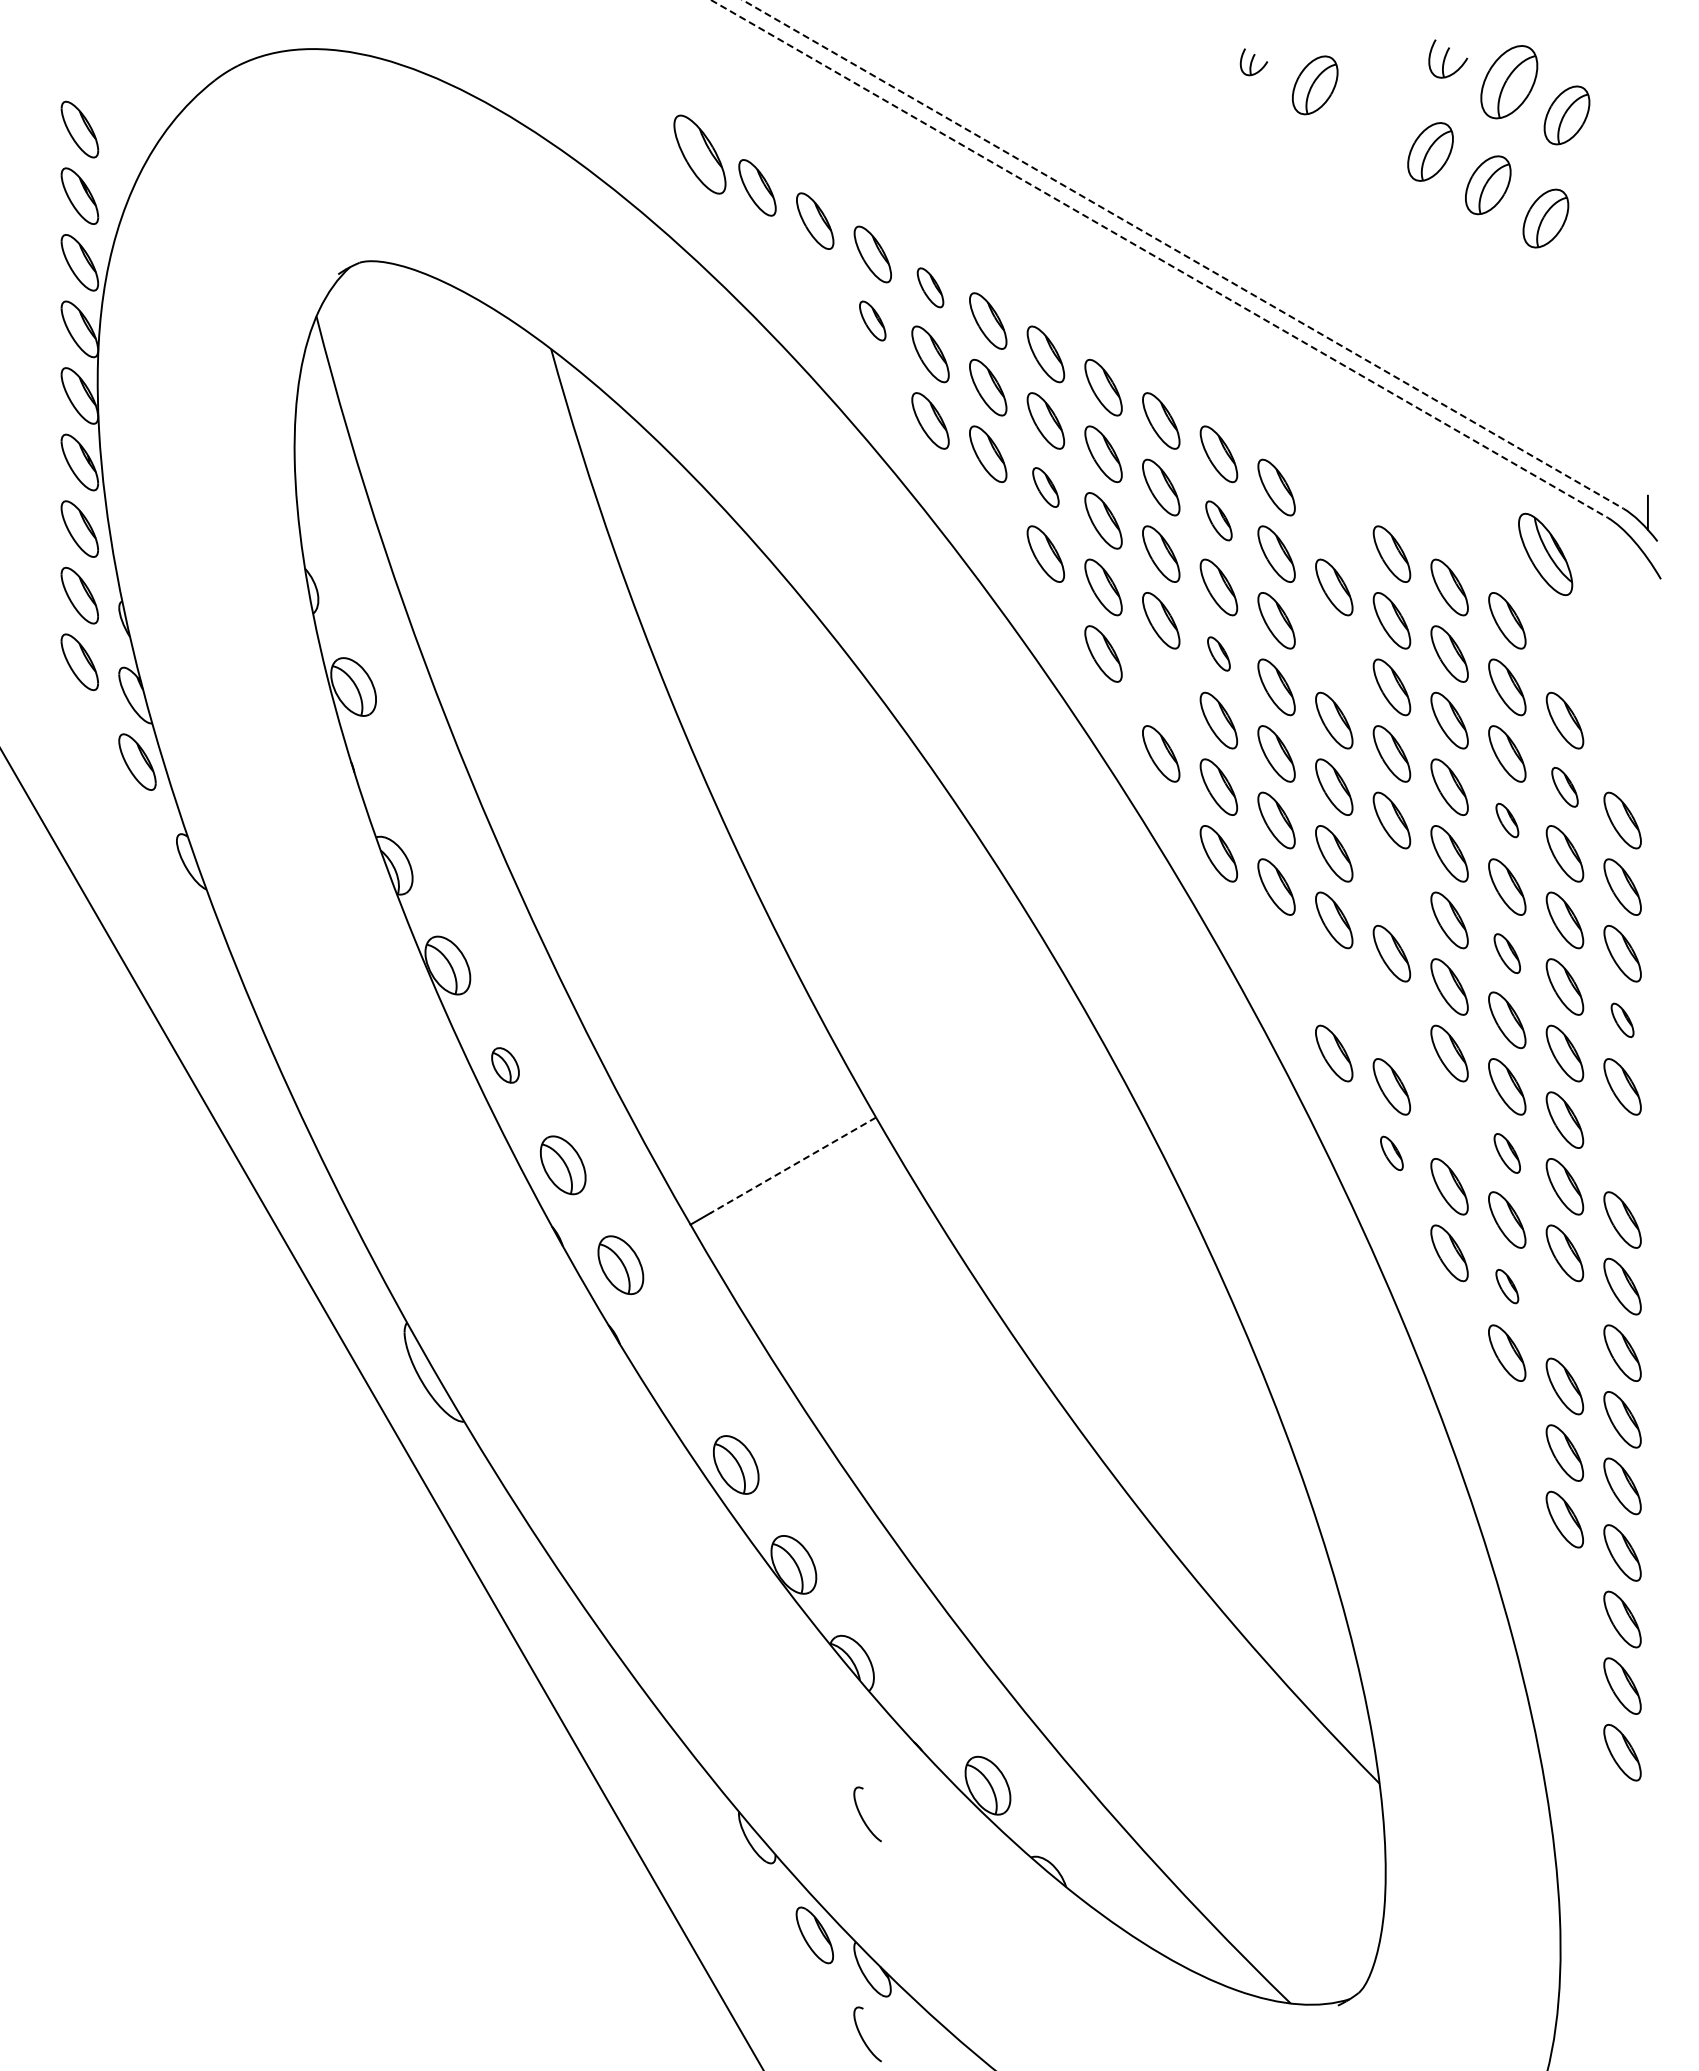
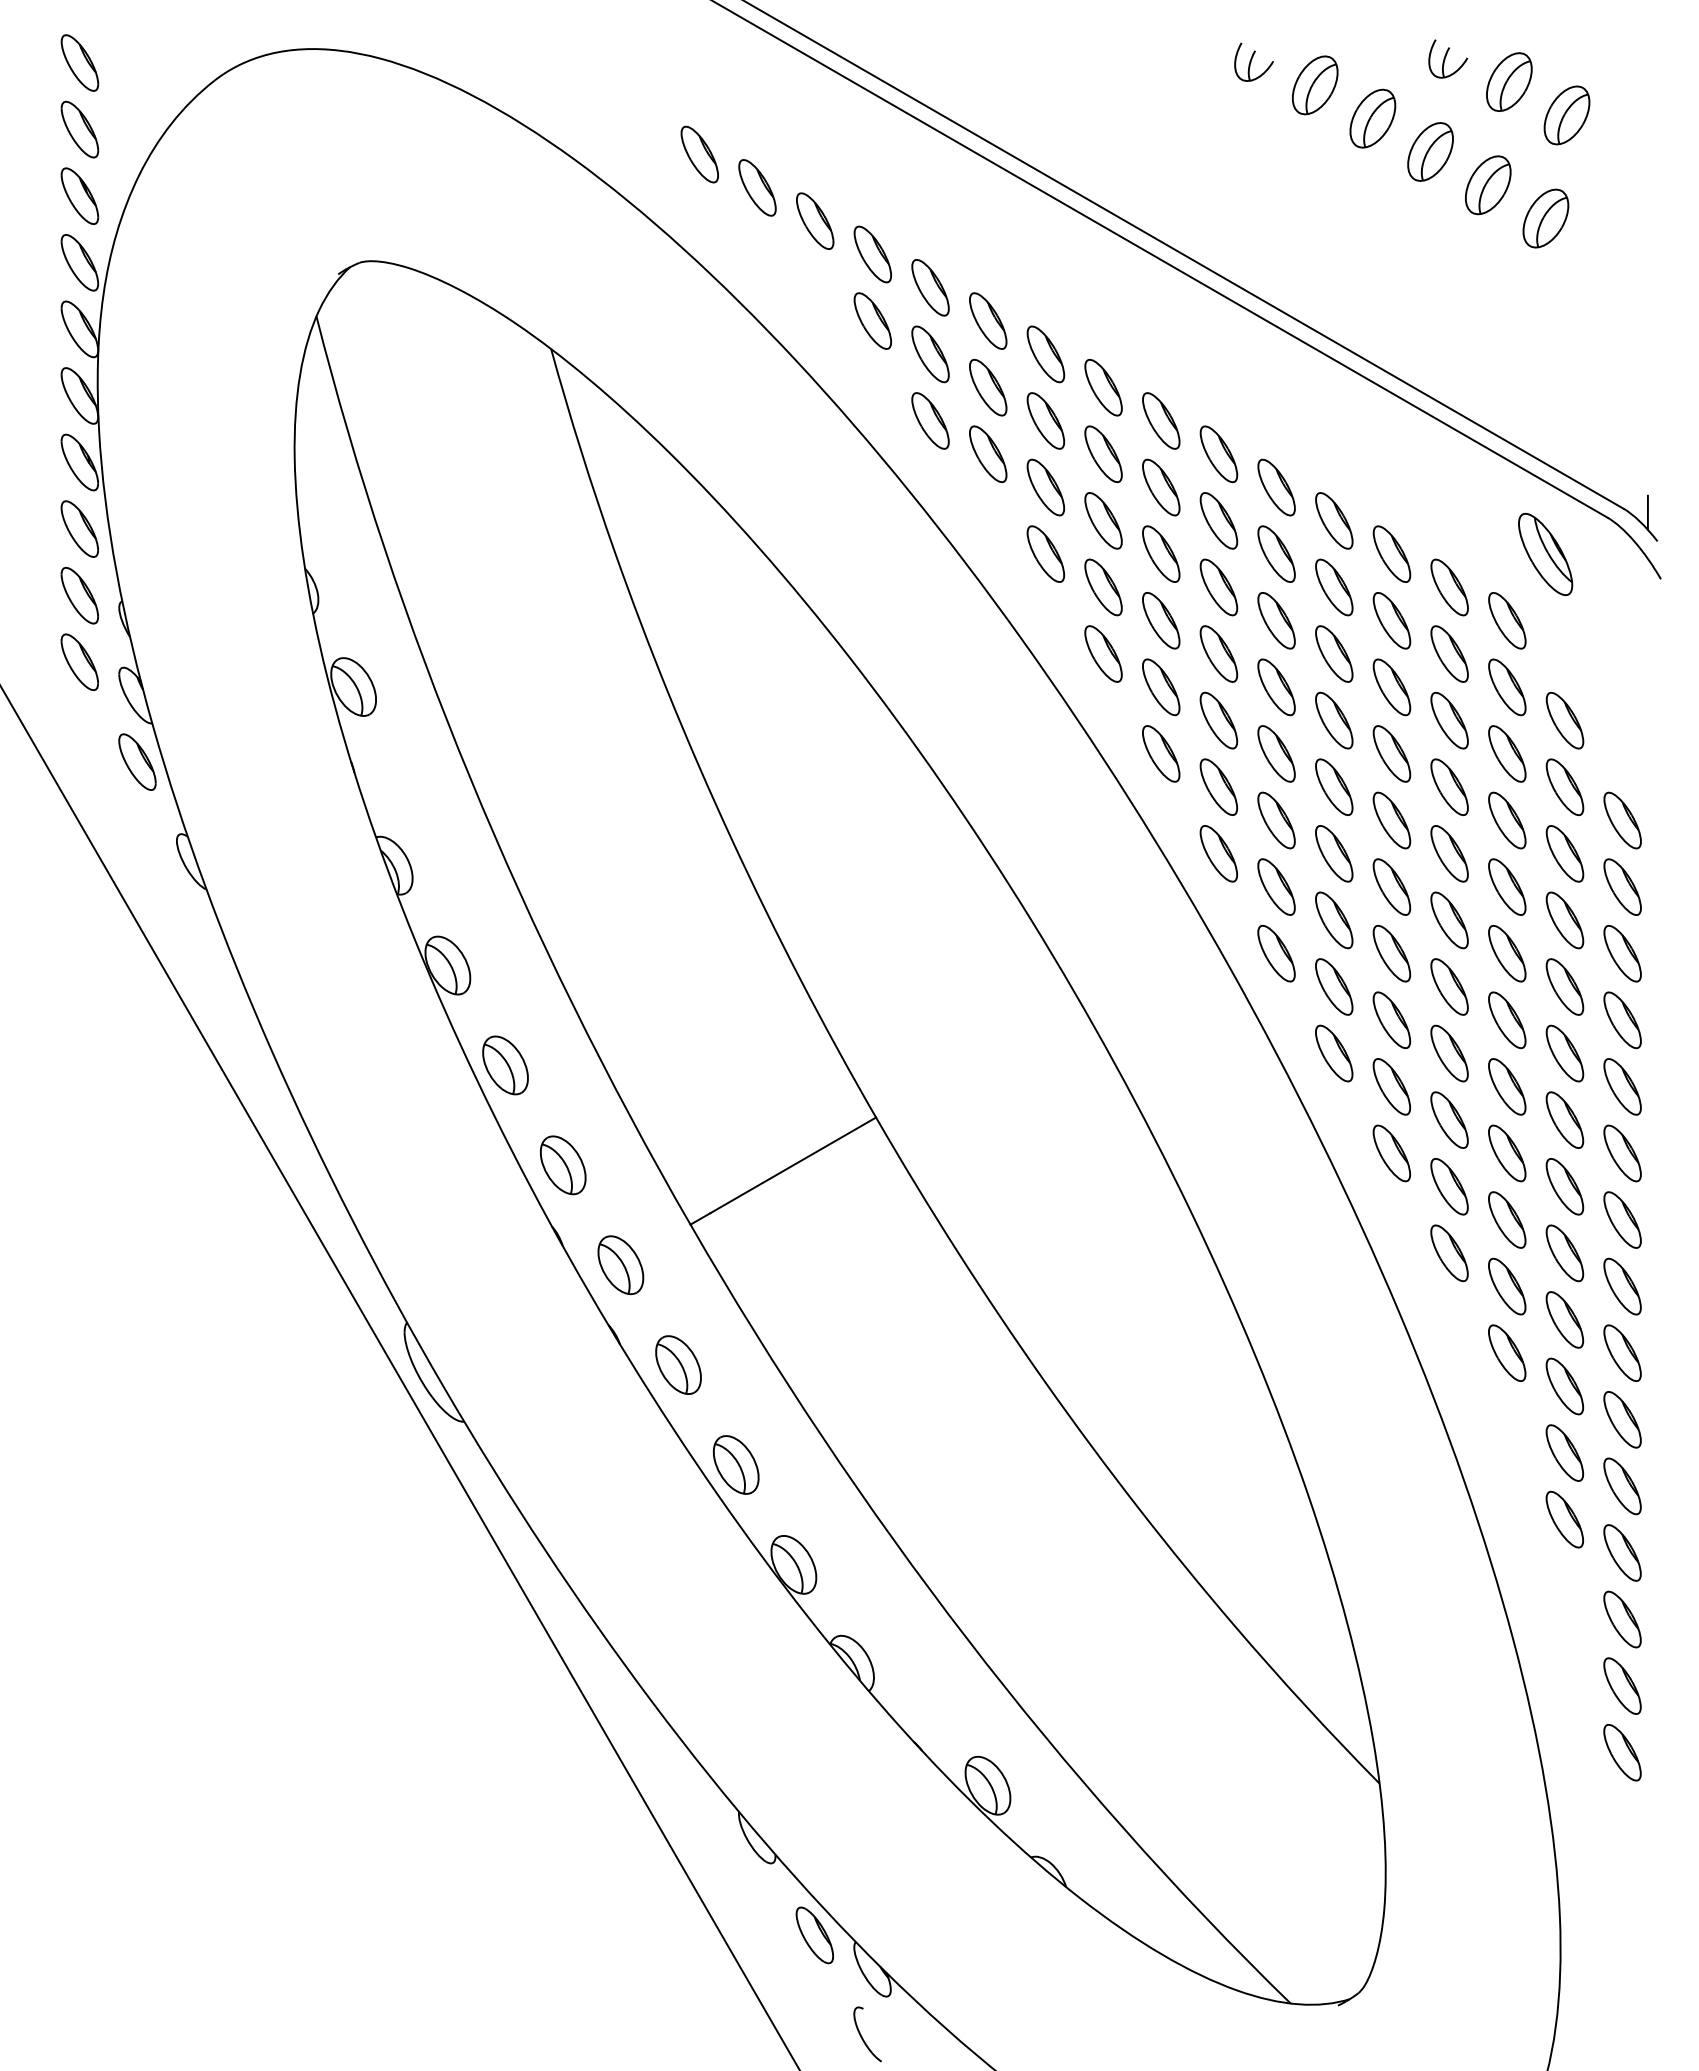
part at (79, 62): none -> present
part at (1253, 62) size: 30x29 px -> 40x40 px
part at (1509, 82) size: 59x75 px -> 47x60 px
part at (1372, 118): none -> present
part at (699, 154) size: 54x81 px -> 39x59 px
line at (1183, 254): dashed -> solid
line at (1160, 259): dashed -> solid
part at (930, 287) size: 29x42 px -> 39x58 px
part at (872, 320) size: 28x42 px -> 39x58 px
part at (1045, 487) size: 28x41 px -> 40x59 px
part at (1218, 520) size: 28x42 px -> 40x58 px
part at (1334, 520): none -> present
part at (1218, 653) size: 24x36 px -> 40x58 px
part at (1334, 653): none -> present
part at (1161, 687): none -> present
part at (1564, 787) size: 28x41 px -> 40x59 px
part at (1507, 820) size: 25x37 px -> 39x59 px
part at (1391, 886): none -> present
part at (1276, 953): none -> present
part at (1506, 953) size: 28x42 px -> 39x59 px
part at (1334, 986): none -> present
part at (1622, 1019) size: 25x36 px -> 39x59 px
part at (1391, 1020): none -> present
part at (505, 1065) size: 29x37 px -> 47x61 px
part at (1449, 1119): none -> present
part at (1391, 1153) size: 24x37 px -> 40x59 px
part at (1506, 1153) size: 28x41 px -> 39x59 px
part at (1622, 1153): none -> present
line at (793, 1165): dashed -> solid
part at (1507, 1286) size: 25x36 px -> 39x59 px
part at (1564, 1319): none -> present
part at (678, 1364): none -> present
line at (382, 1409) position: (382, 1409) -> (400, 1378)
curve at (862, 1816): present -> none
